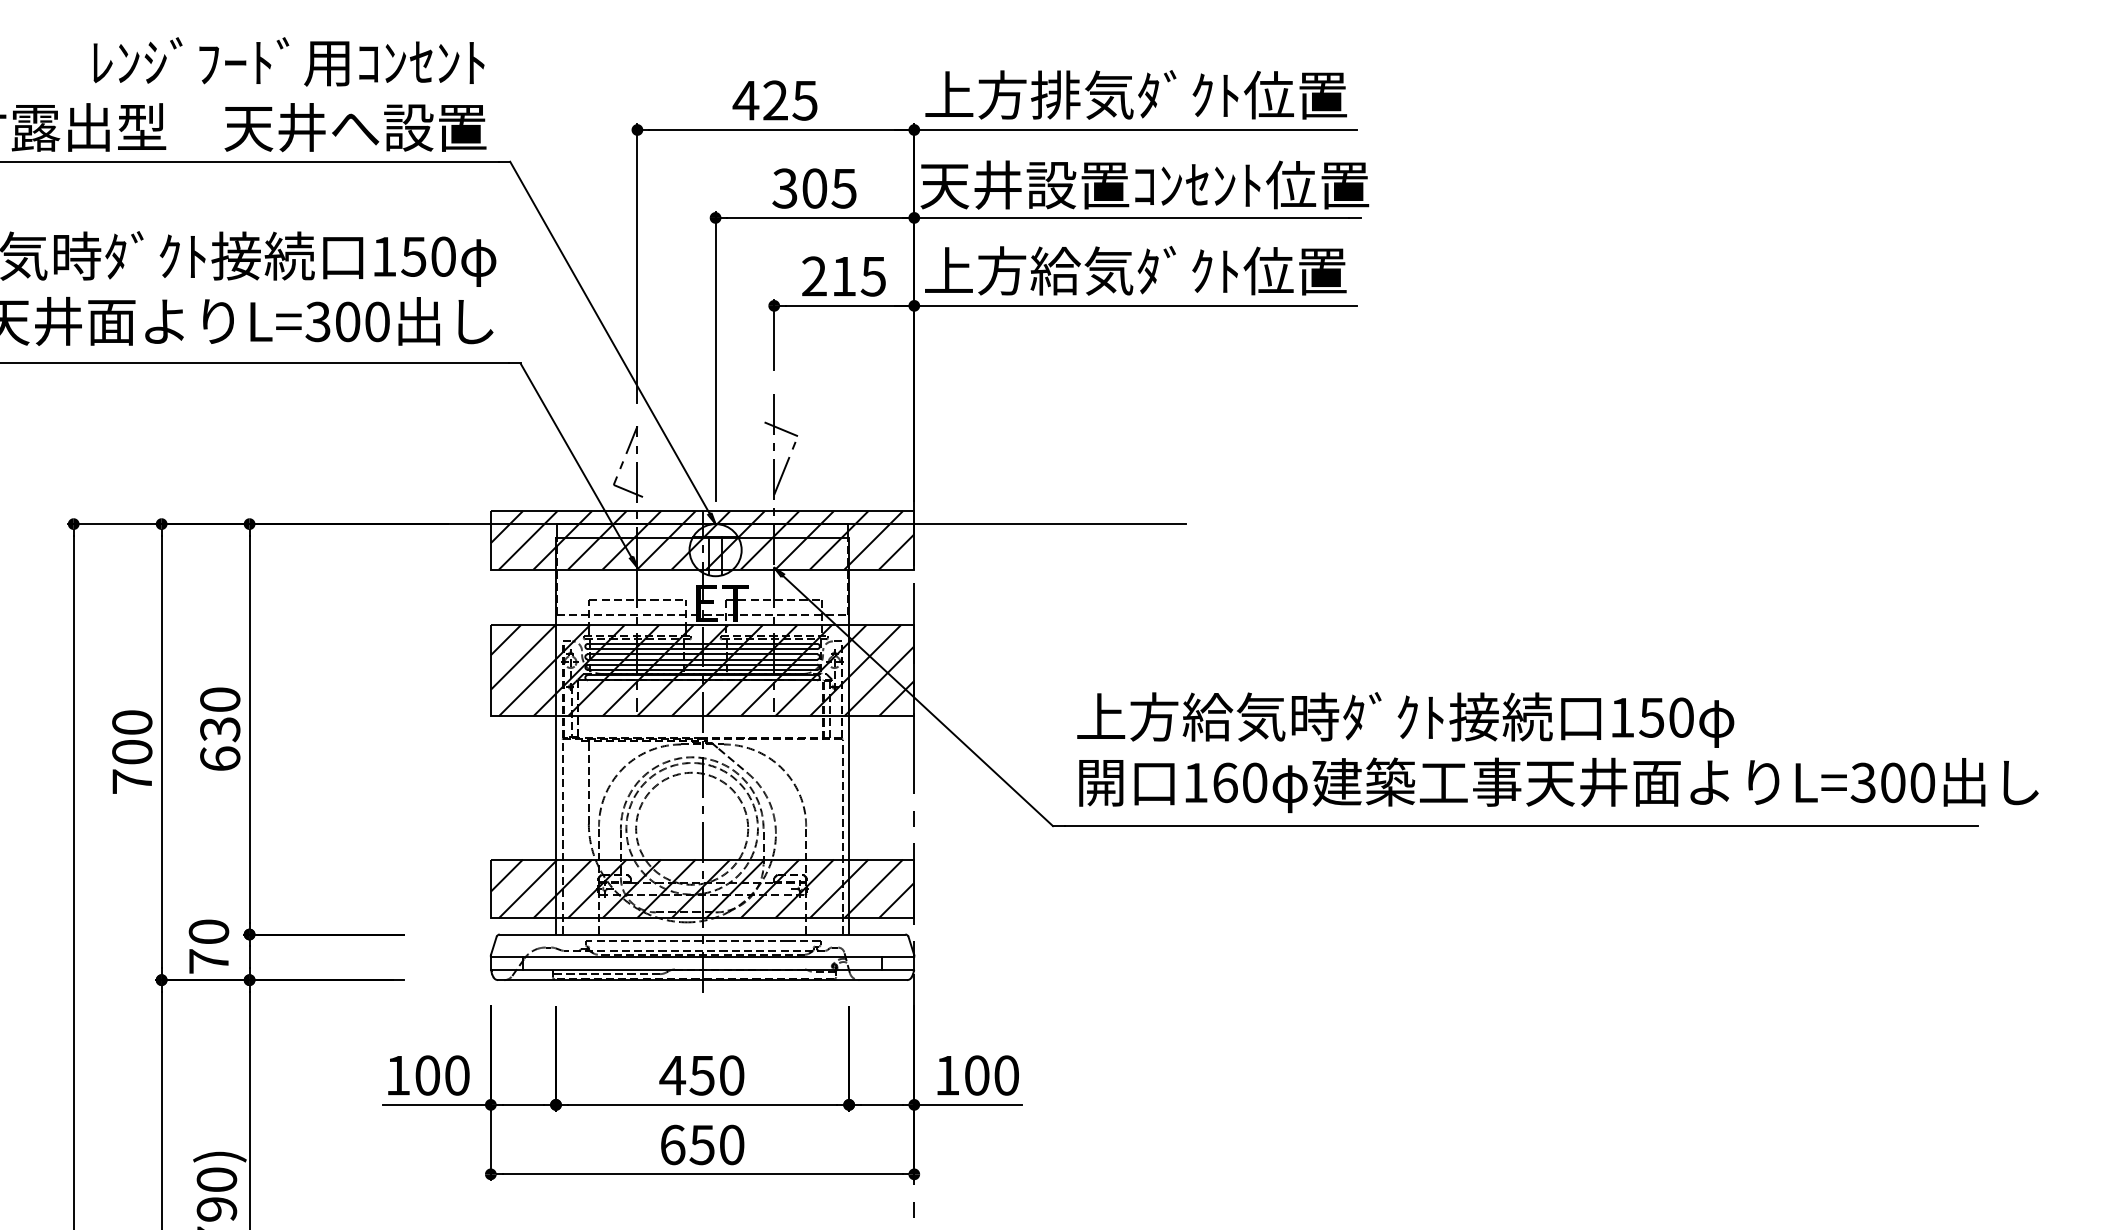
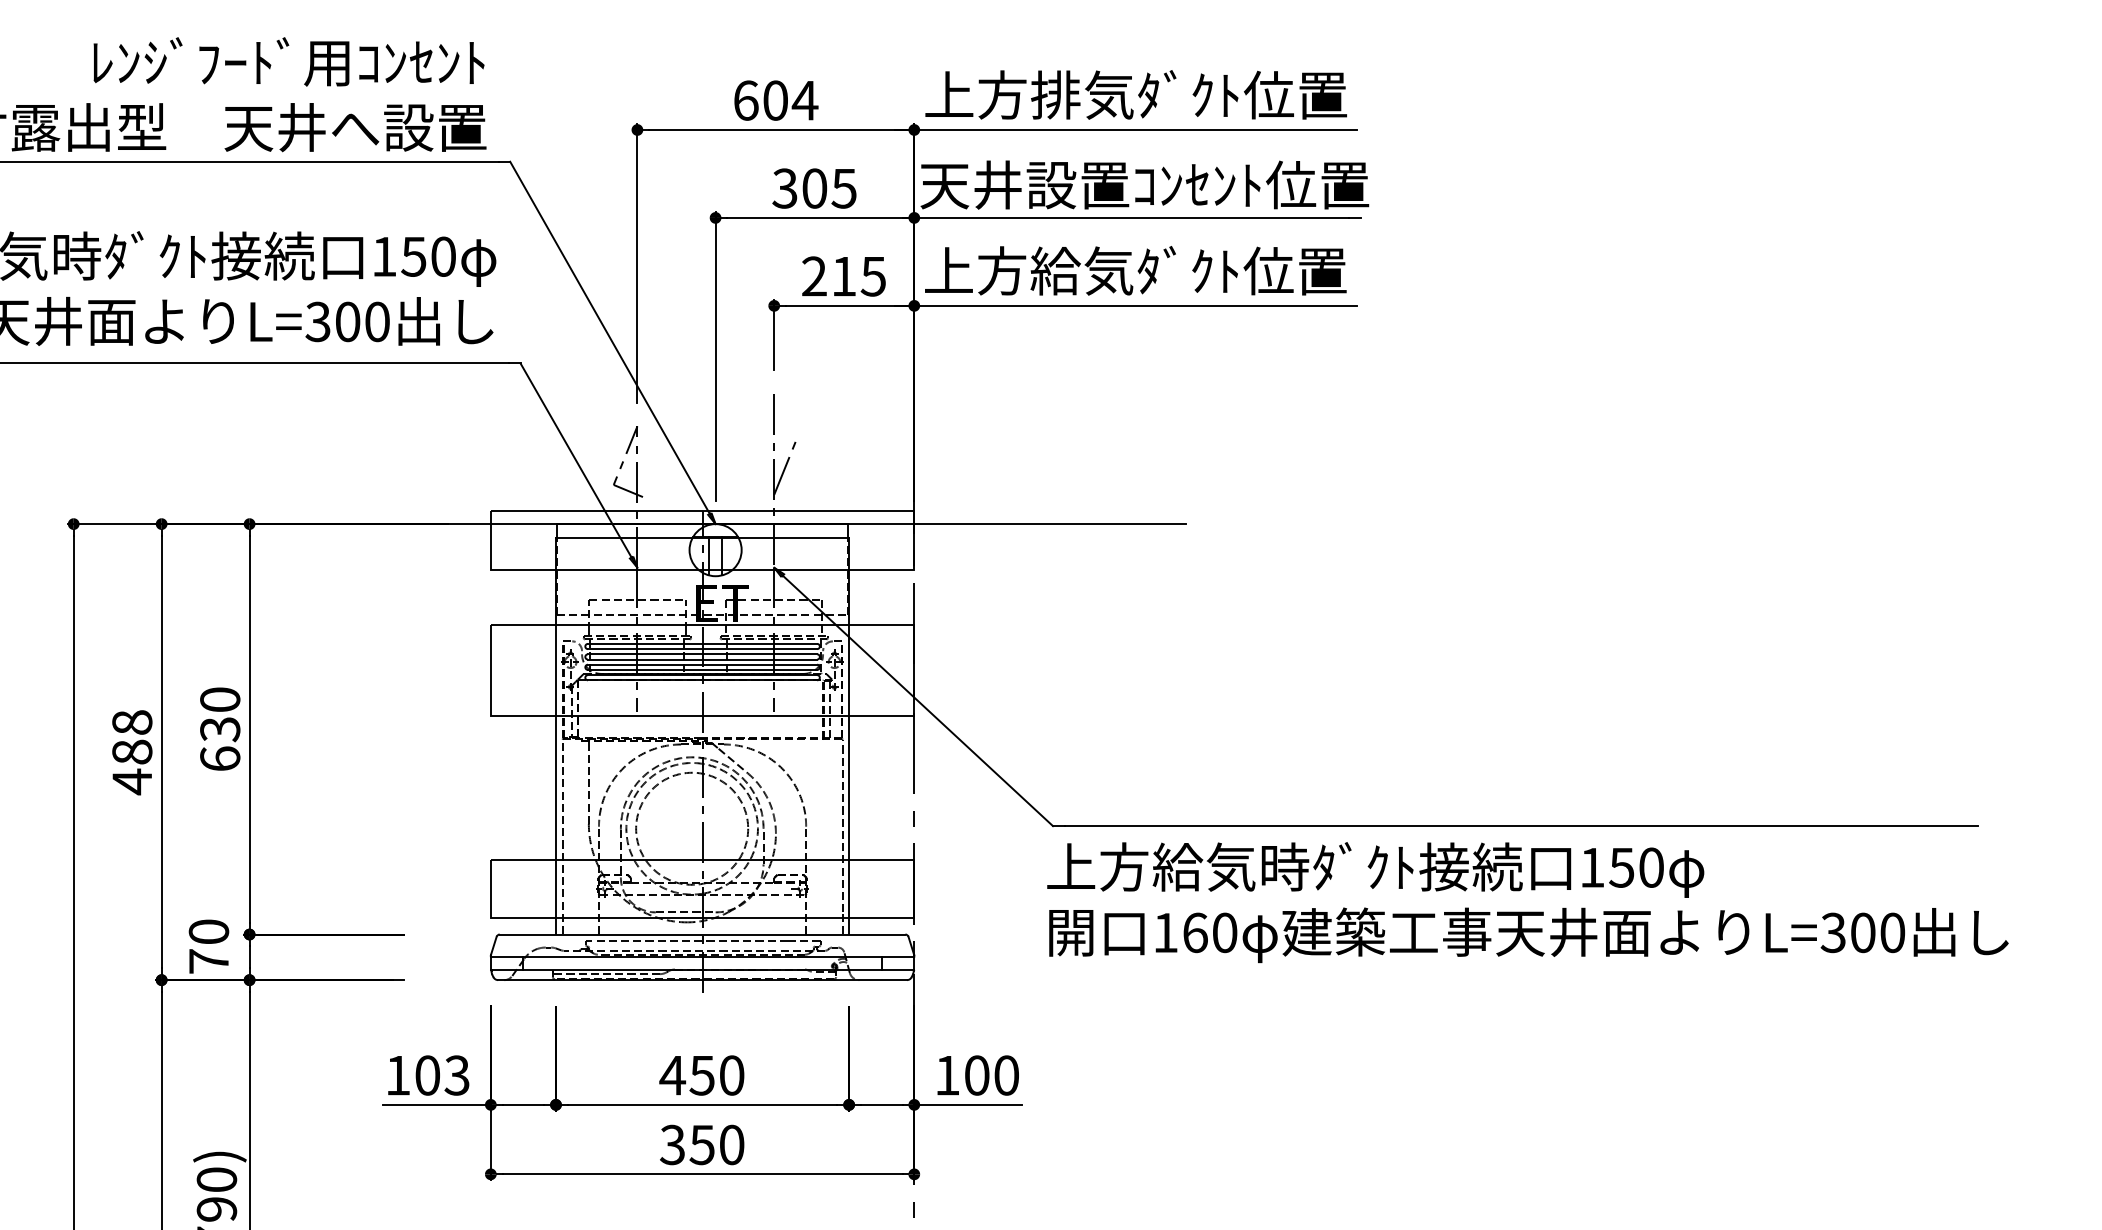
text at (775, 100): 425 -> 604
line at (780, 429): present -> none
hatch at (702, 540): present -> none
hatch at (702, 670): present -> none
text at (132, 752): 700 -> 488
text at (1557, 752) position: (1557, 752) -> (1527, 902)
hatch at (702, 888): present -> none
text at (456, 1075): 100 -> 103
text at (672, 1144): 650 -> 350
